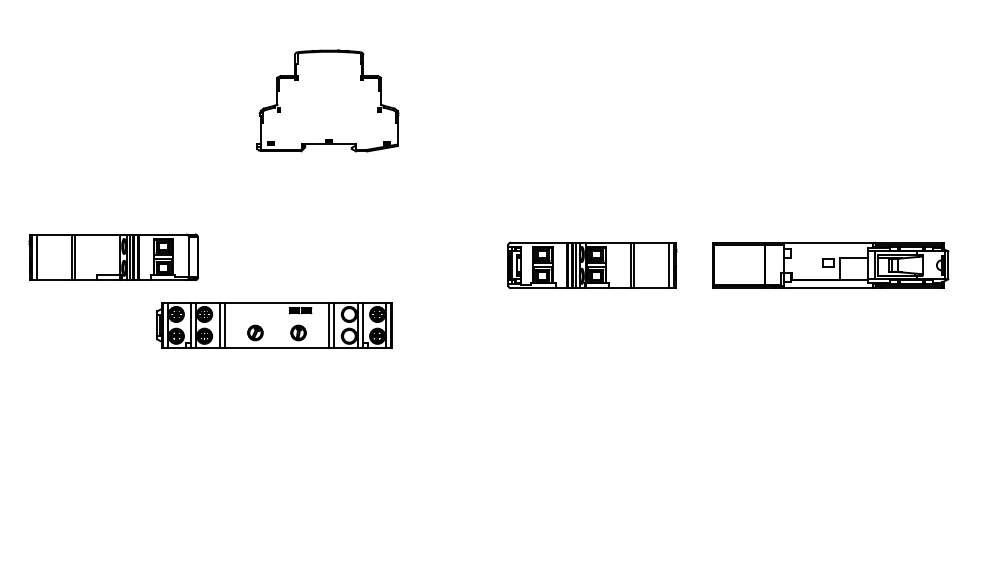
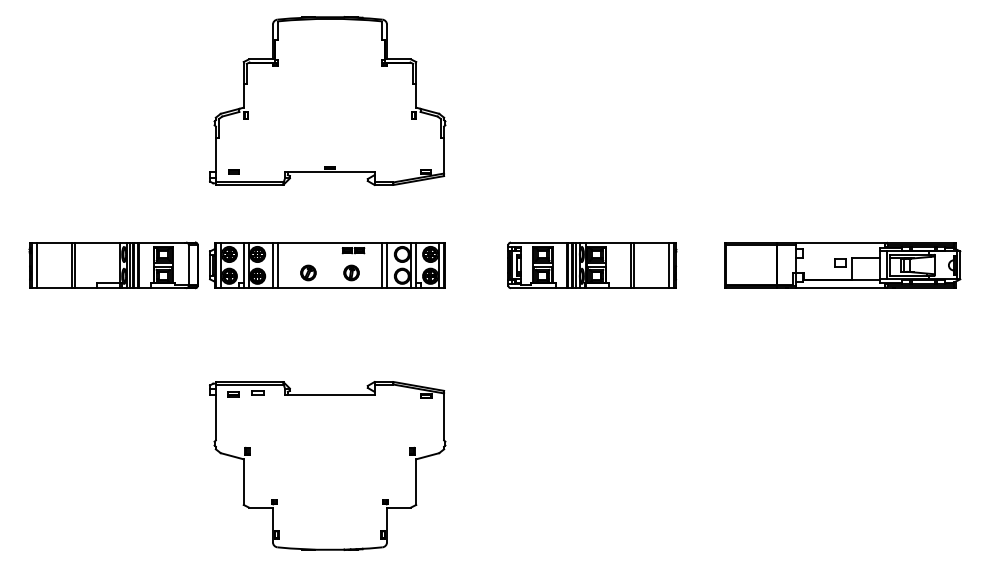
part at (327, 100) size: 144x104 px -> 238x170 px
part at (113, 257) position: (113, 257) -> (113, 265)
part at (830, 264) position: (830, 264) -> (842, 264)
part at (274, 325) position: (274, 325) -> (327, 265)
part at (327, 465): none -> present
